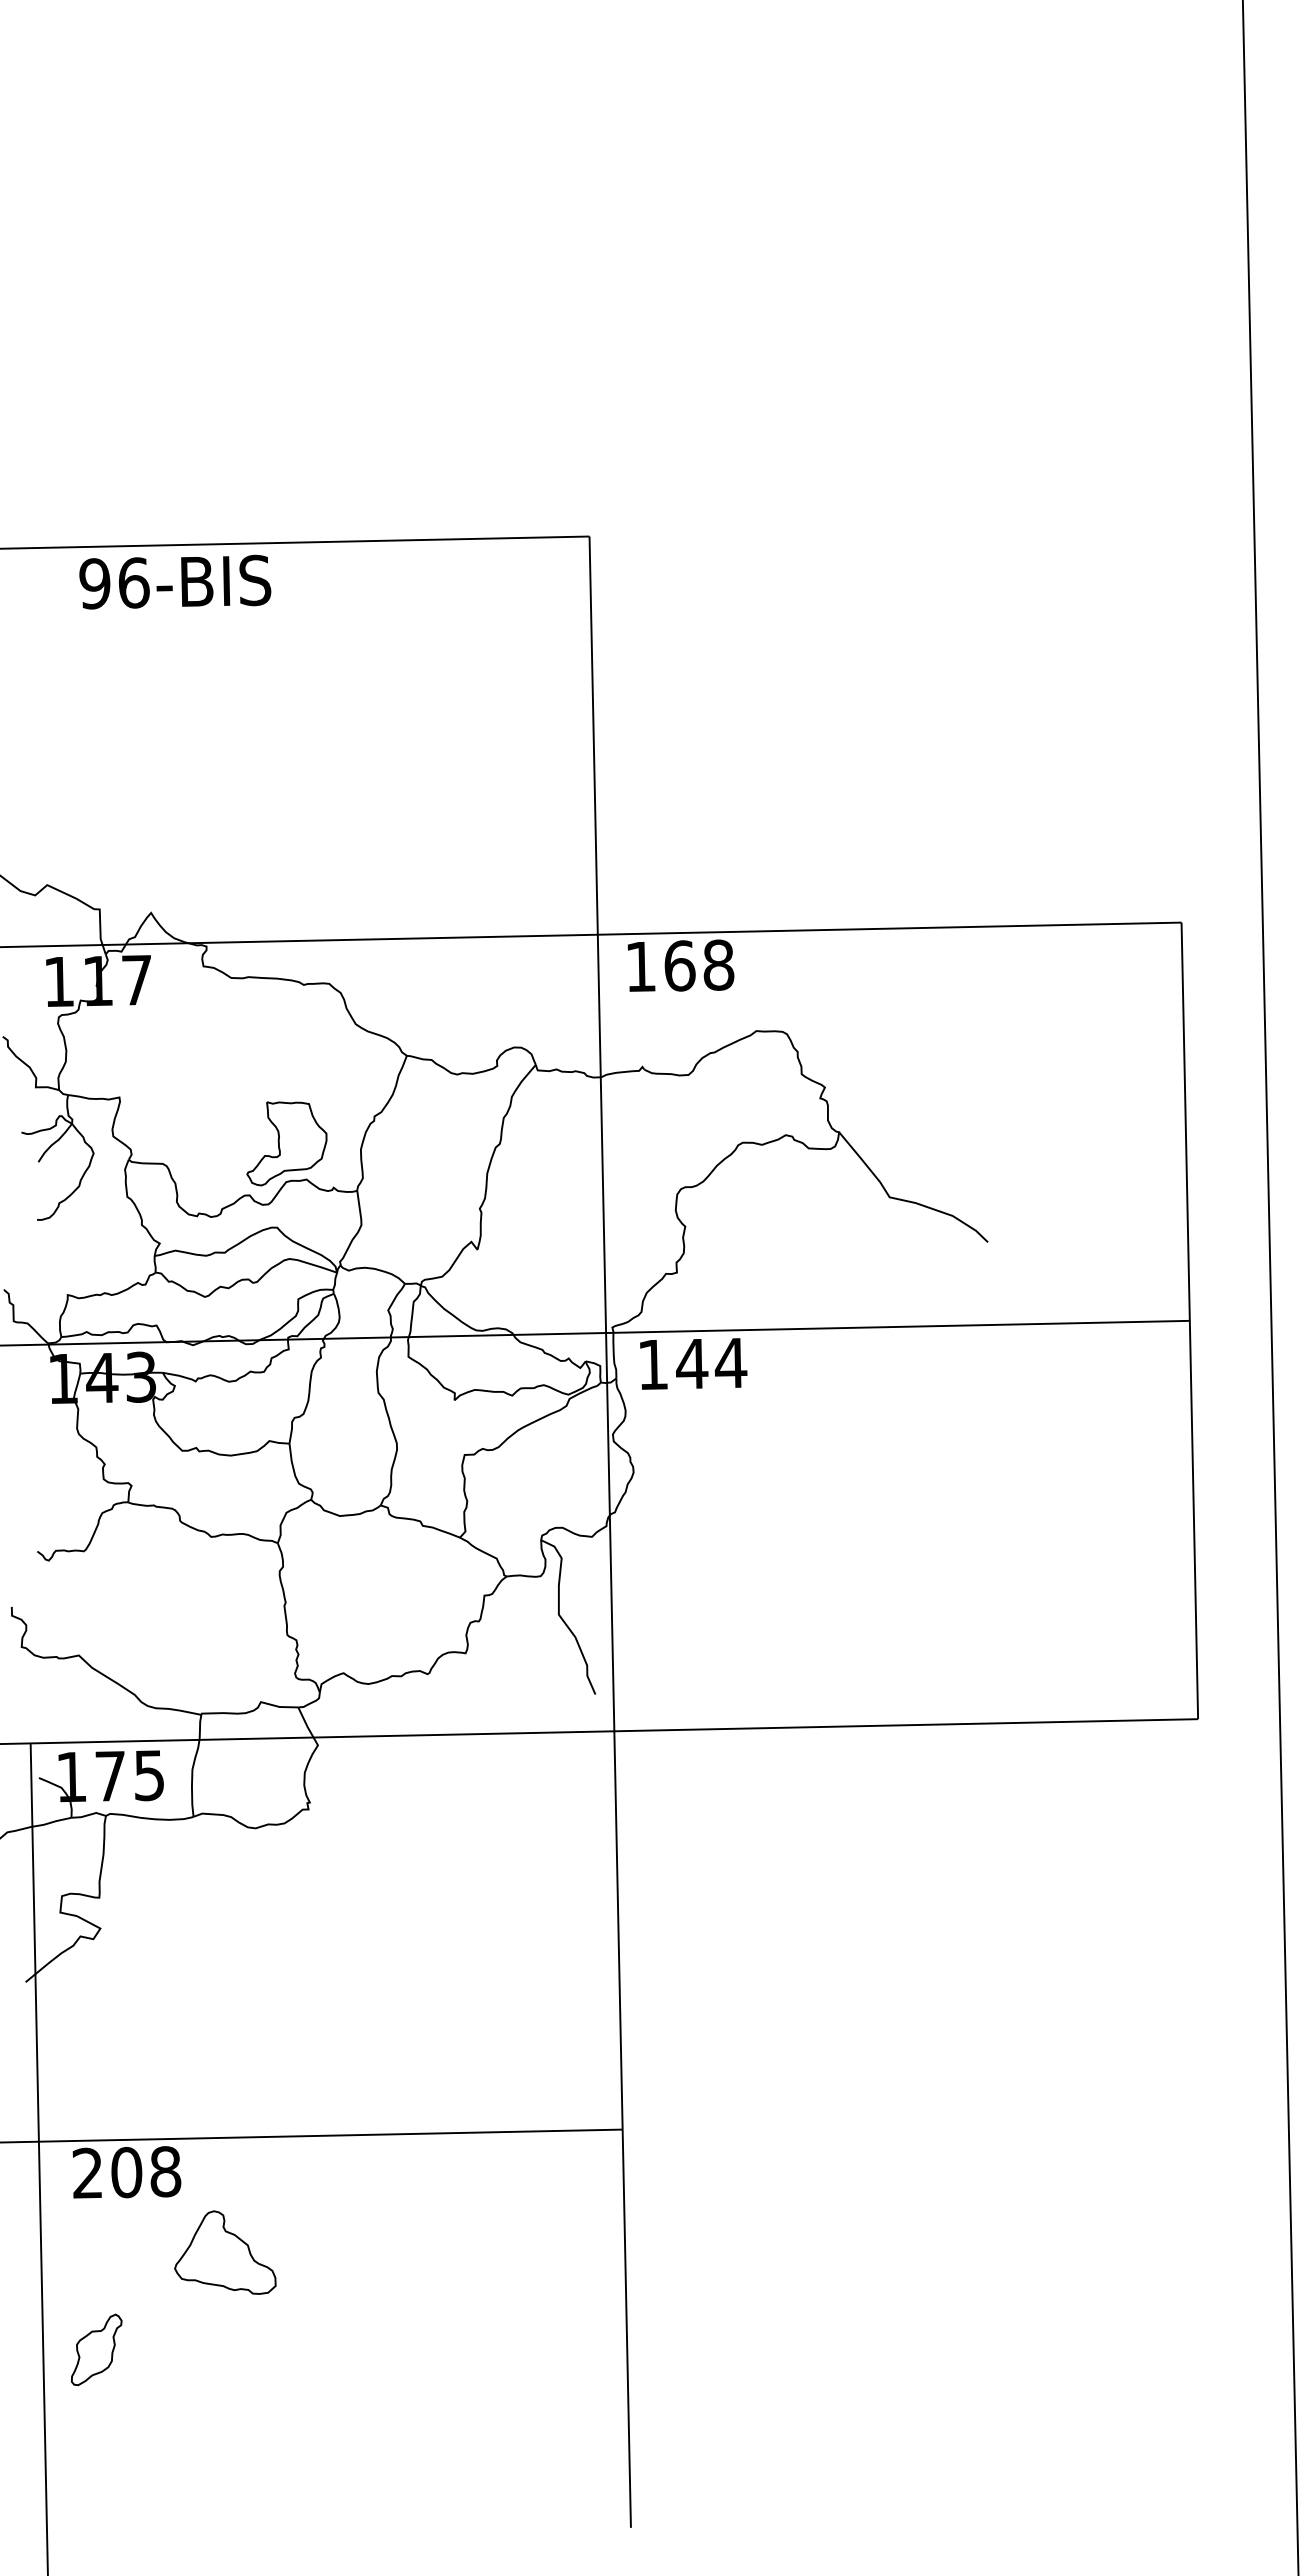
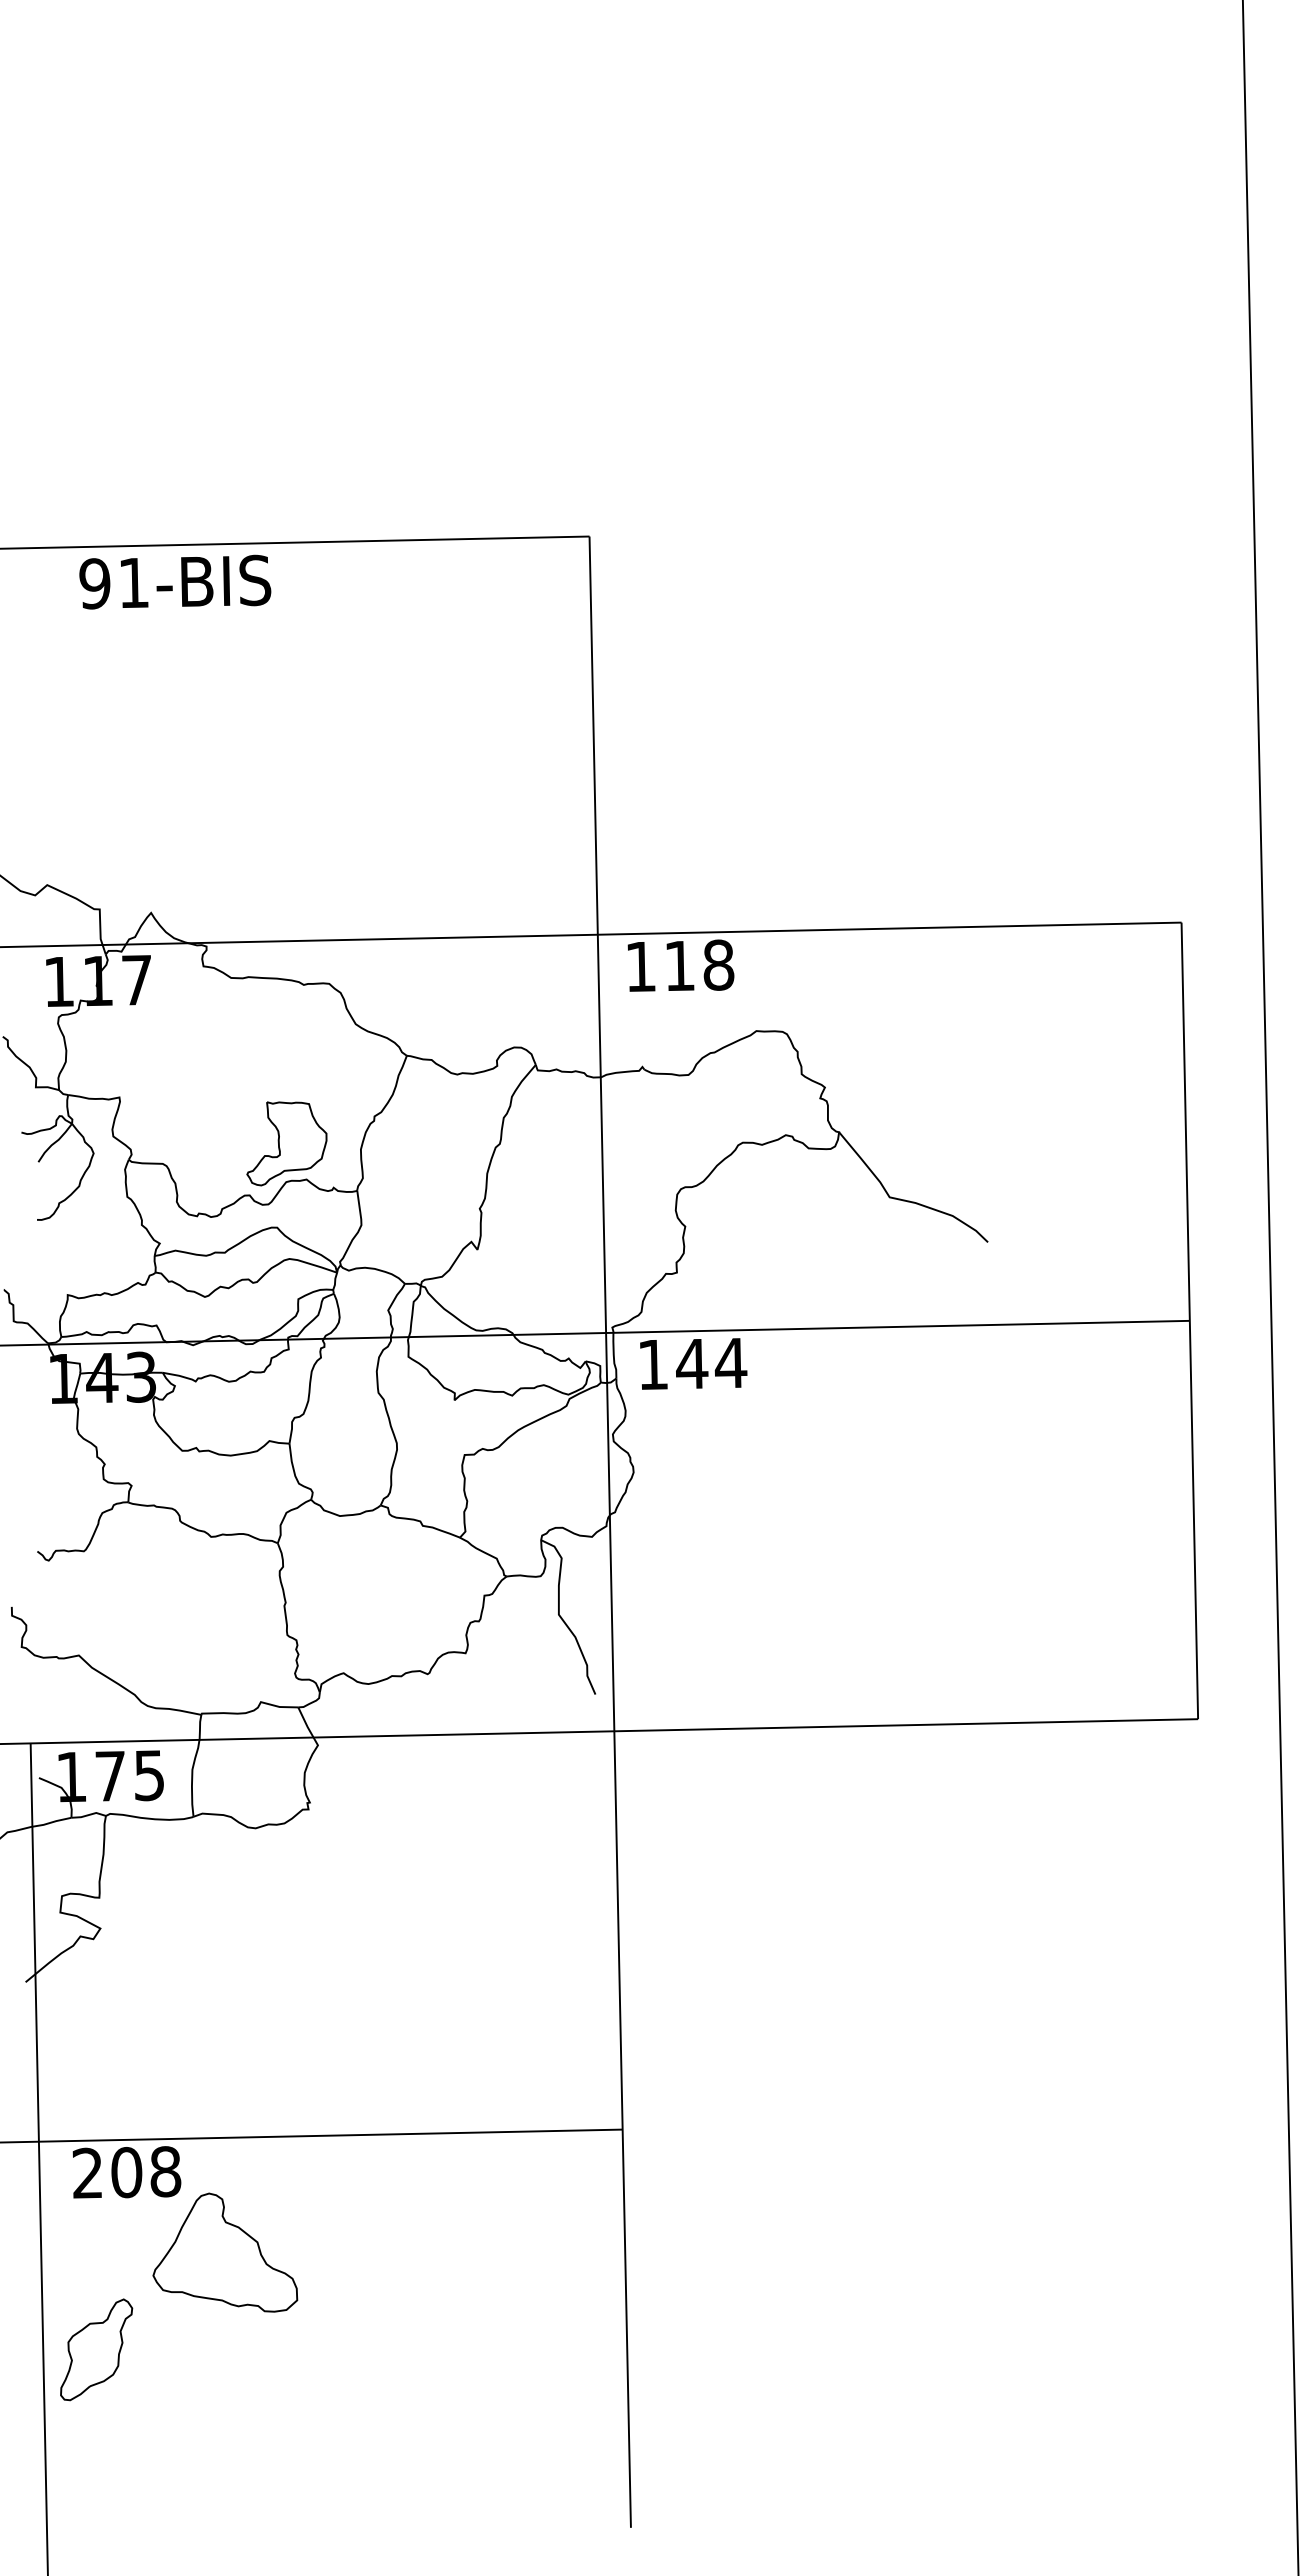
text at (134, 582): 96-BIS -> 91-BIS
text at (679, 965): 168 -> 118
part at (225, 2252) size: 103x85 px -> 147x121 px
part at (96, 2349) size: 53x73 px -> 74x104 px
